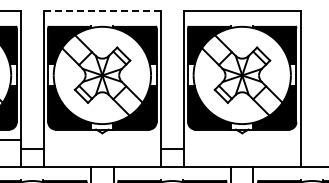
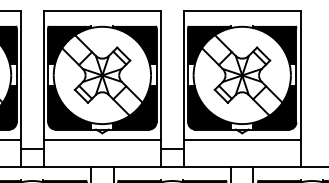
line at (102, 11): dashed -> solid
line at (102, 139): none -> present
line at (242, 139): none -> present
